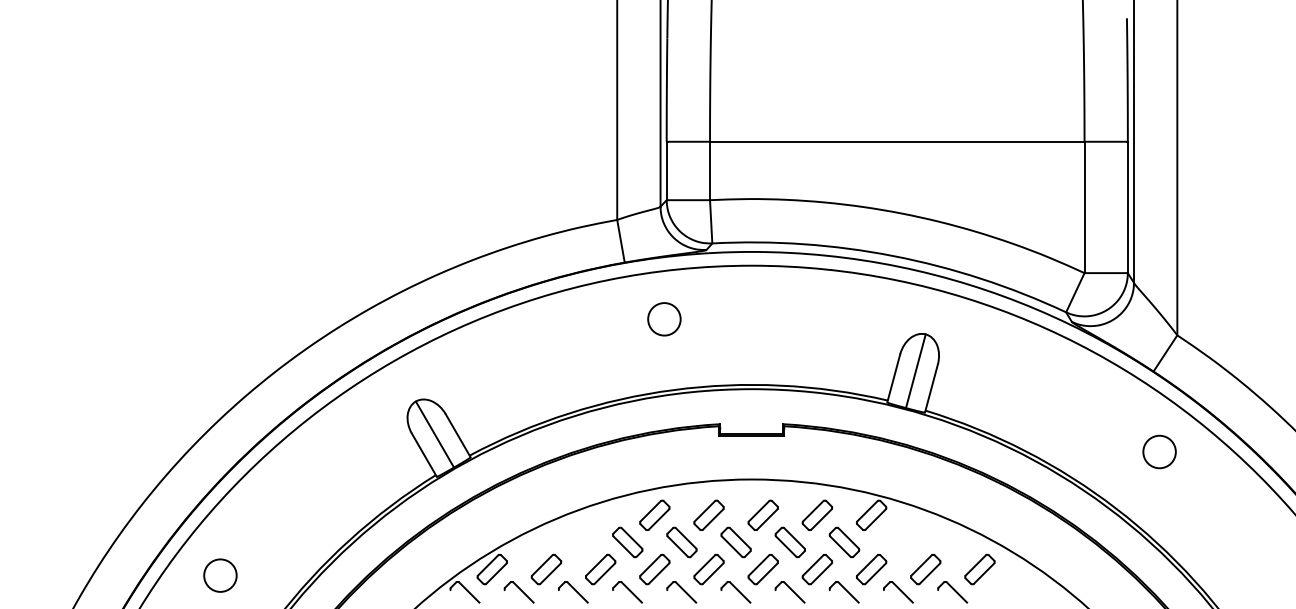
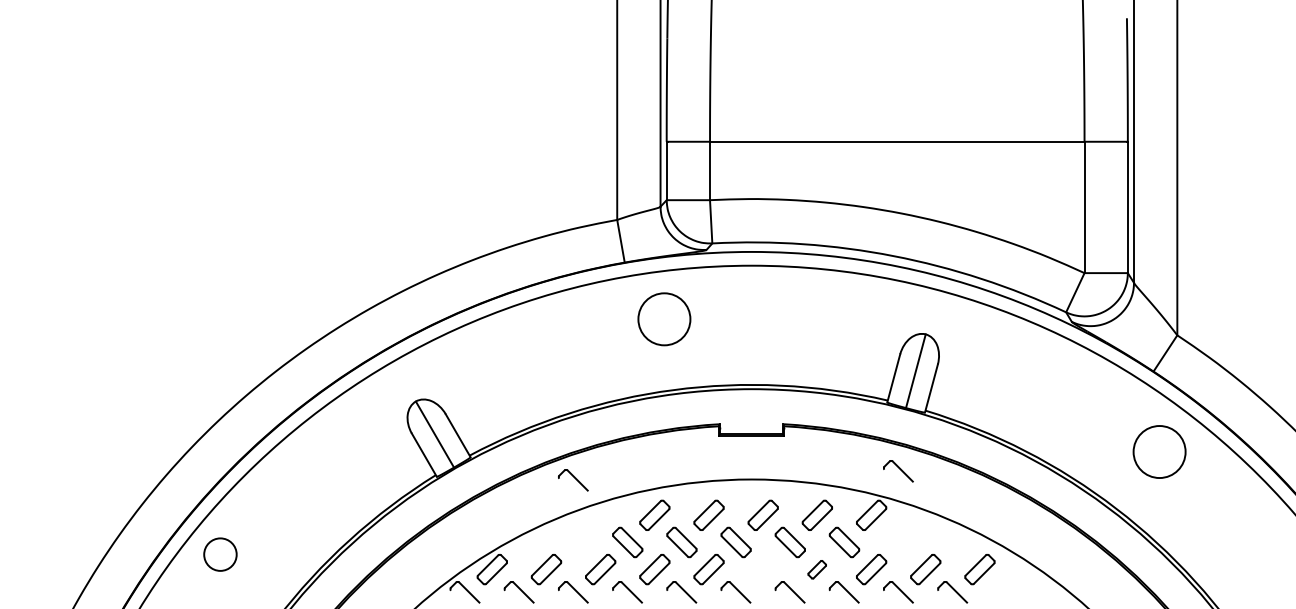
circle at (664, 319) diameter: 33 px -> 52 px
circle at (1159, 451) diameter: 33 px -> 52 px
part at (898, 471): none -> present
part at (573, 480): none -> present
part at (762, 569): present -> none
part at (816, 569) size: 32x32 px -> 20x20 px
circle at (220, 575) position: (220, 575) -> (220, 554)
